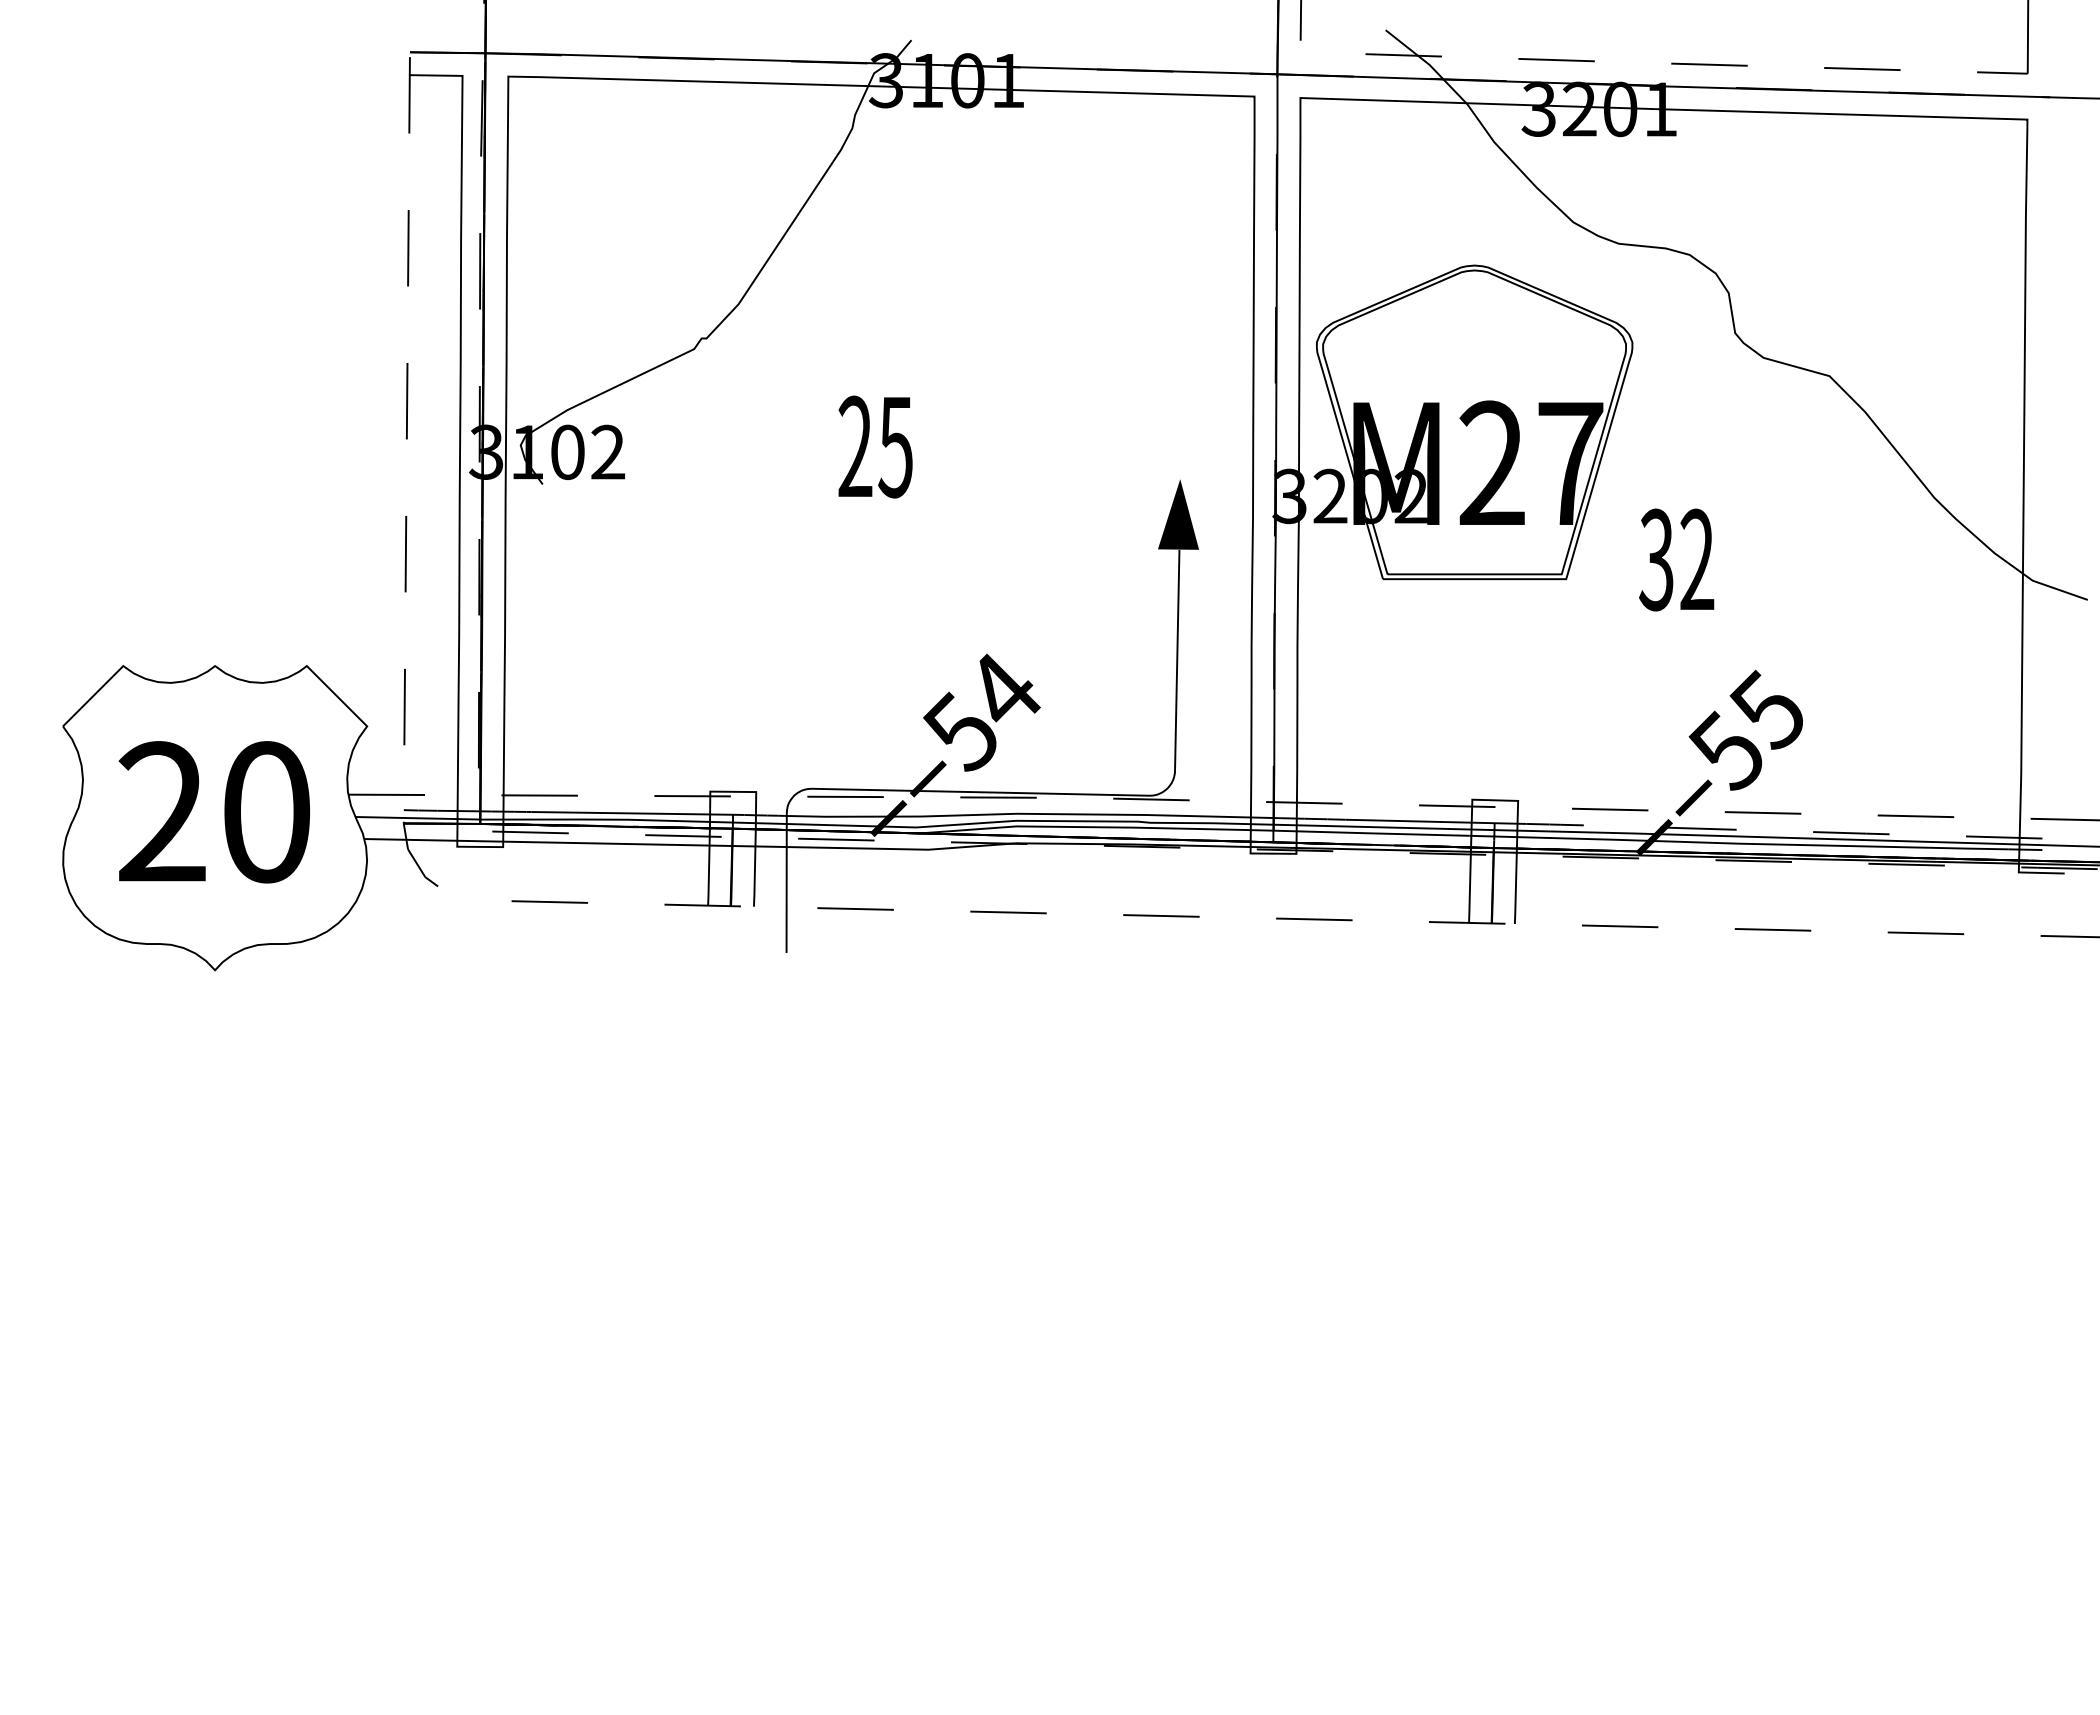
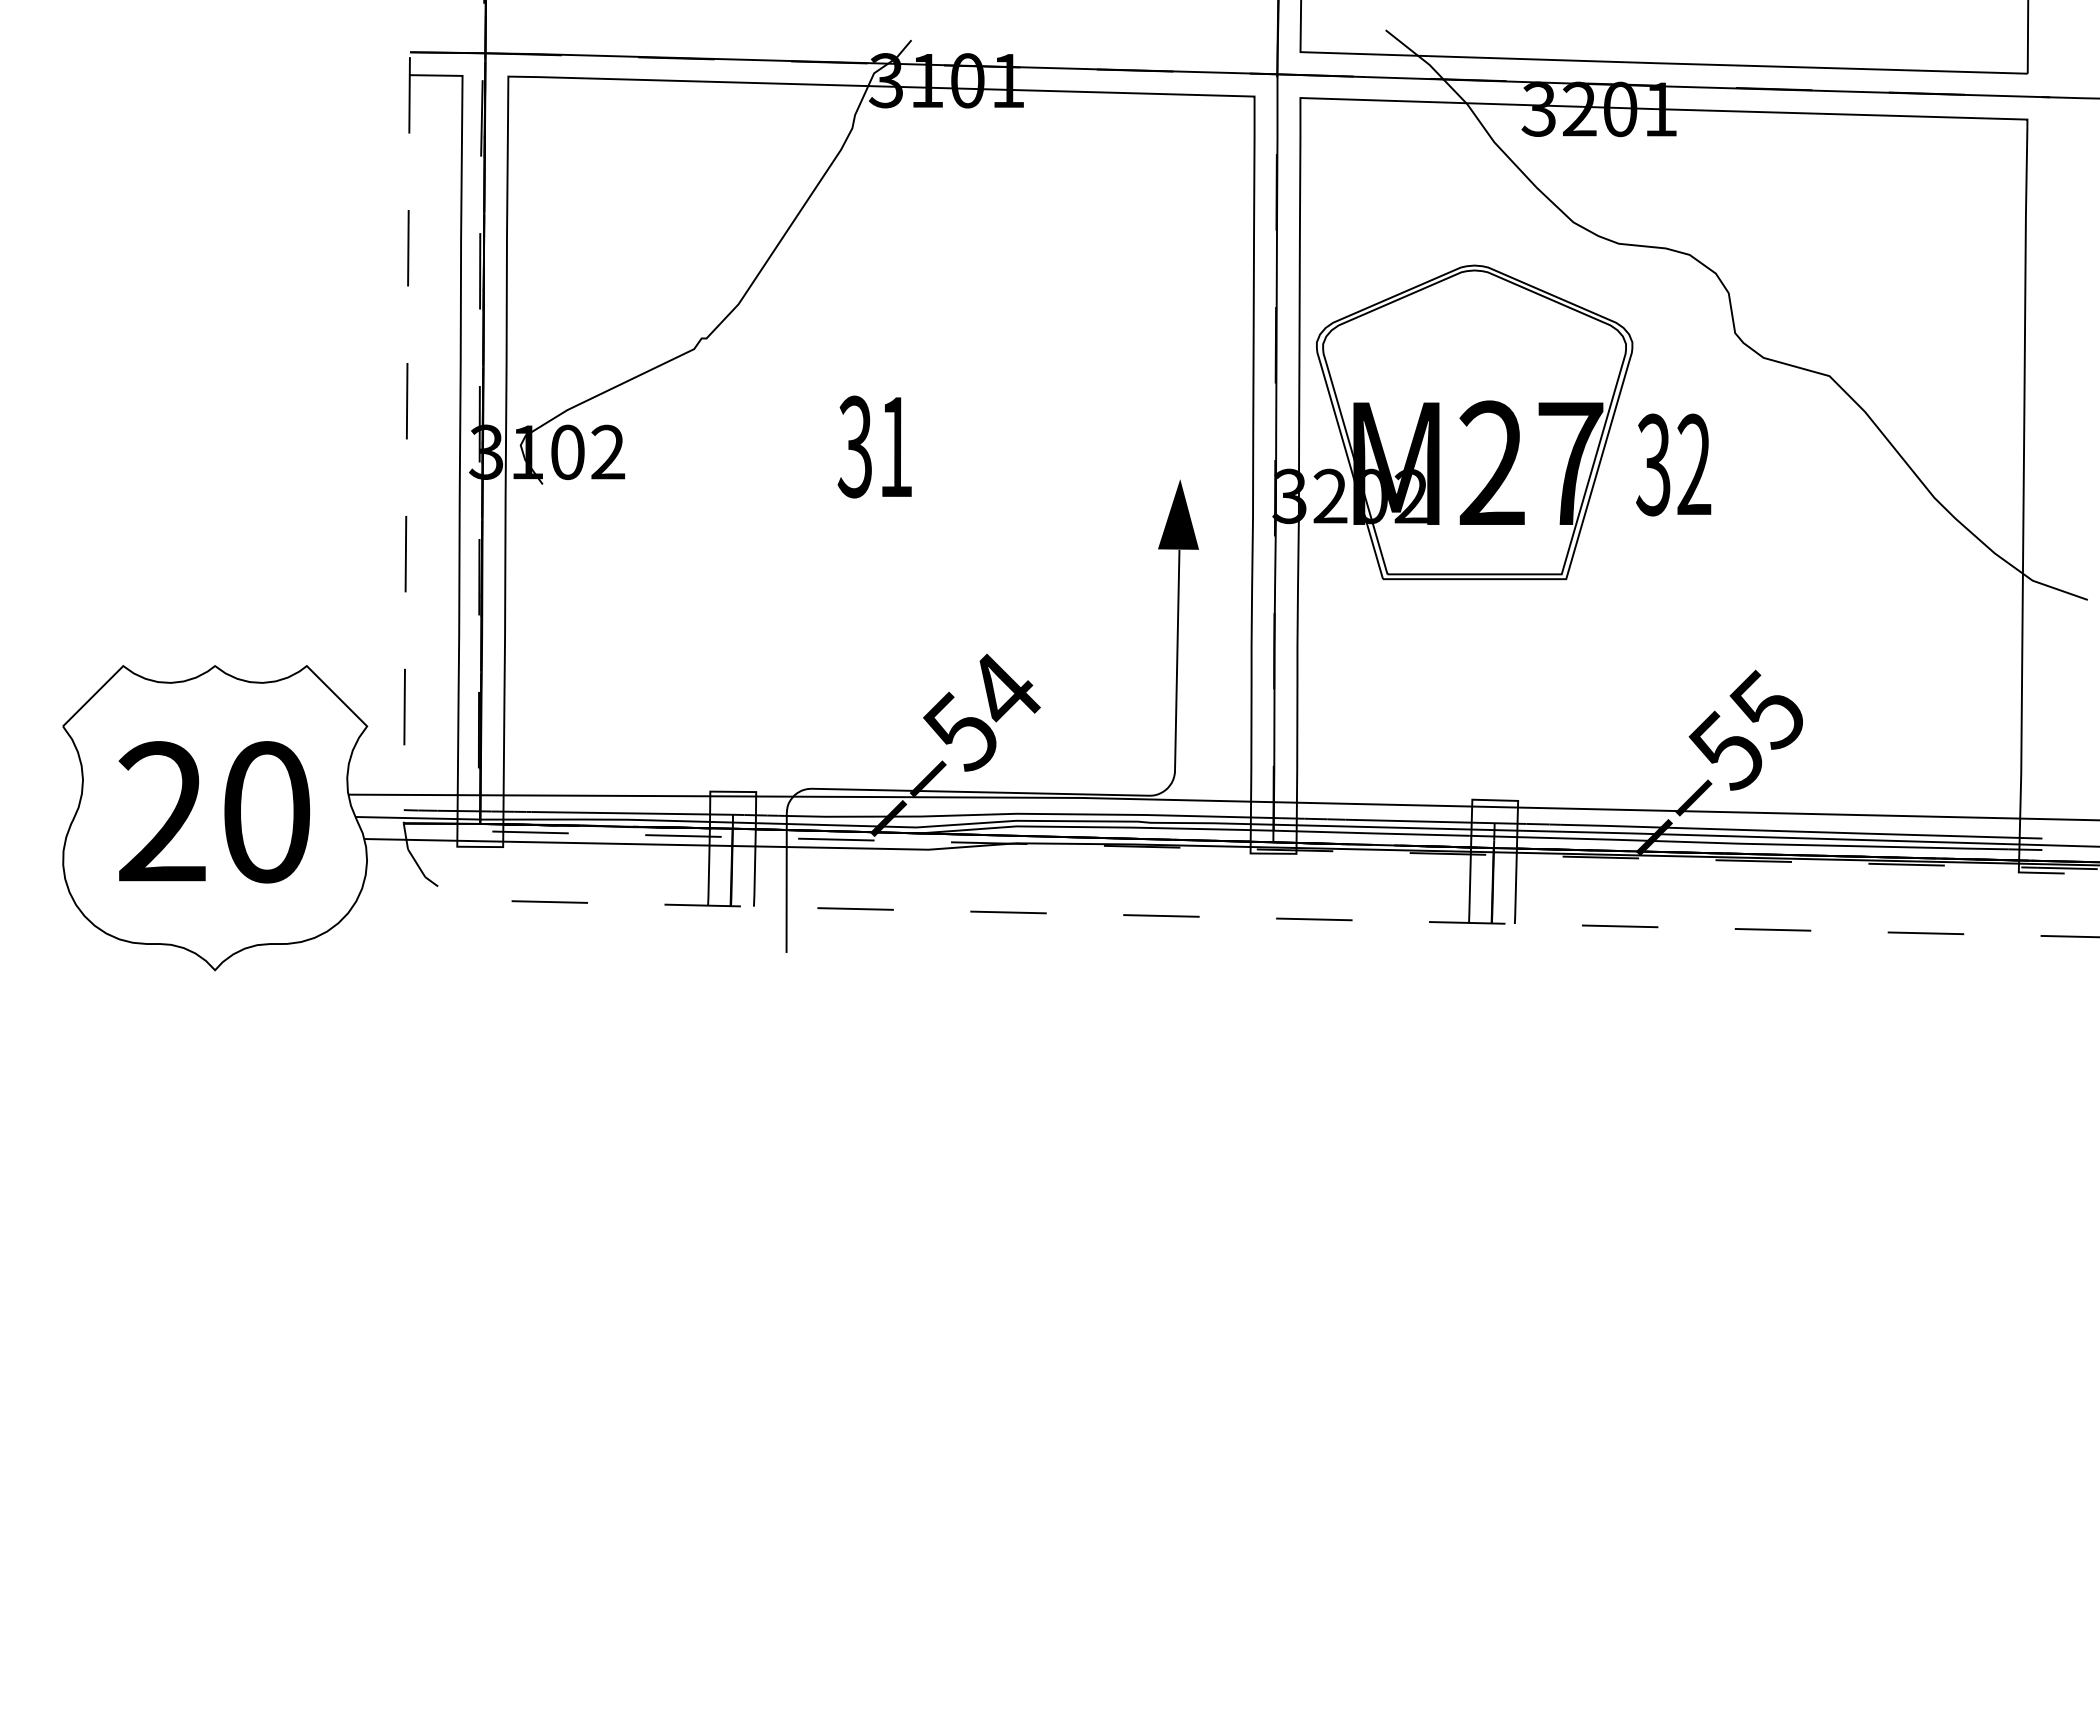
line at (1638, 62): dashed -> solid
text at (874, 447): 25 -> 31
text at (1676, 559) position: (1676, 559) -> (1673, 464)
line at (1175, 800): dashed -> solid
line at (1803, 831): dashed -> solid
